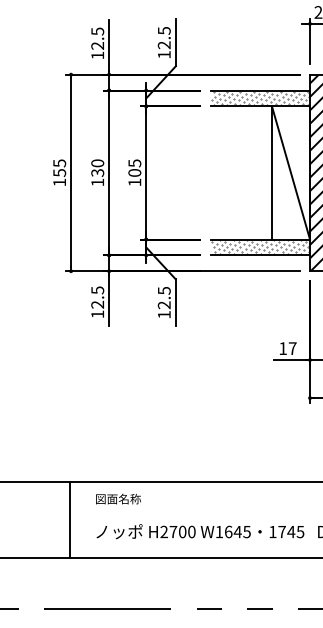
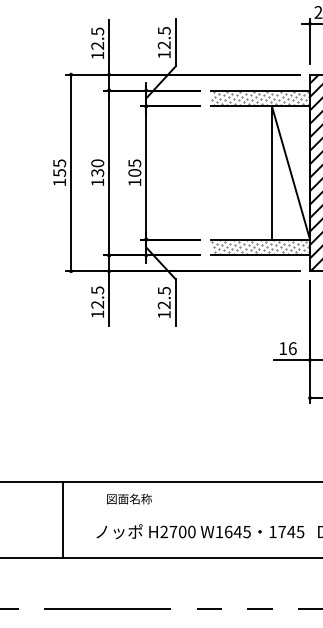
text at (292, 348): 17 -> 16
text at (118, 498) position: (118, 498) -> (129, 498)
line at (69, 520) position: (69, 520) -> (62, 520)
